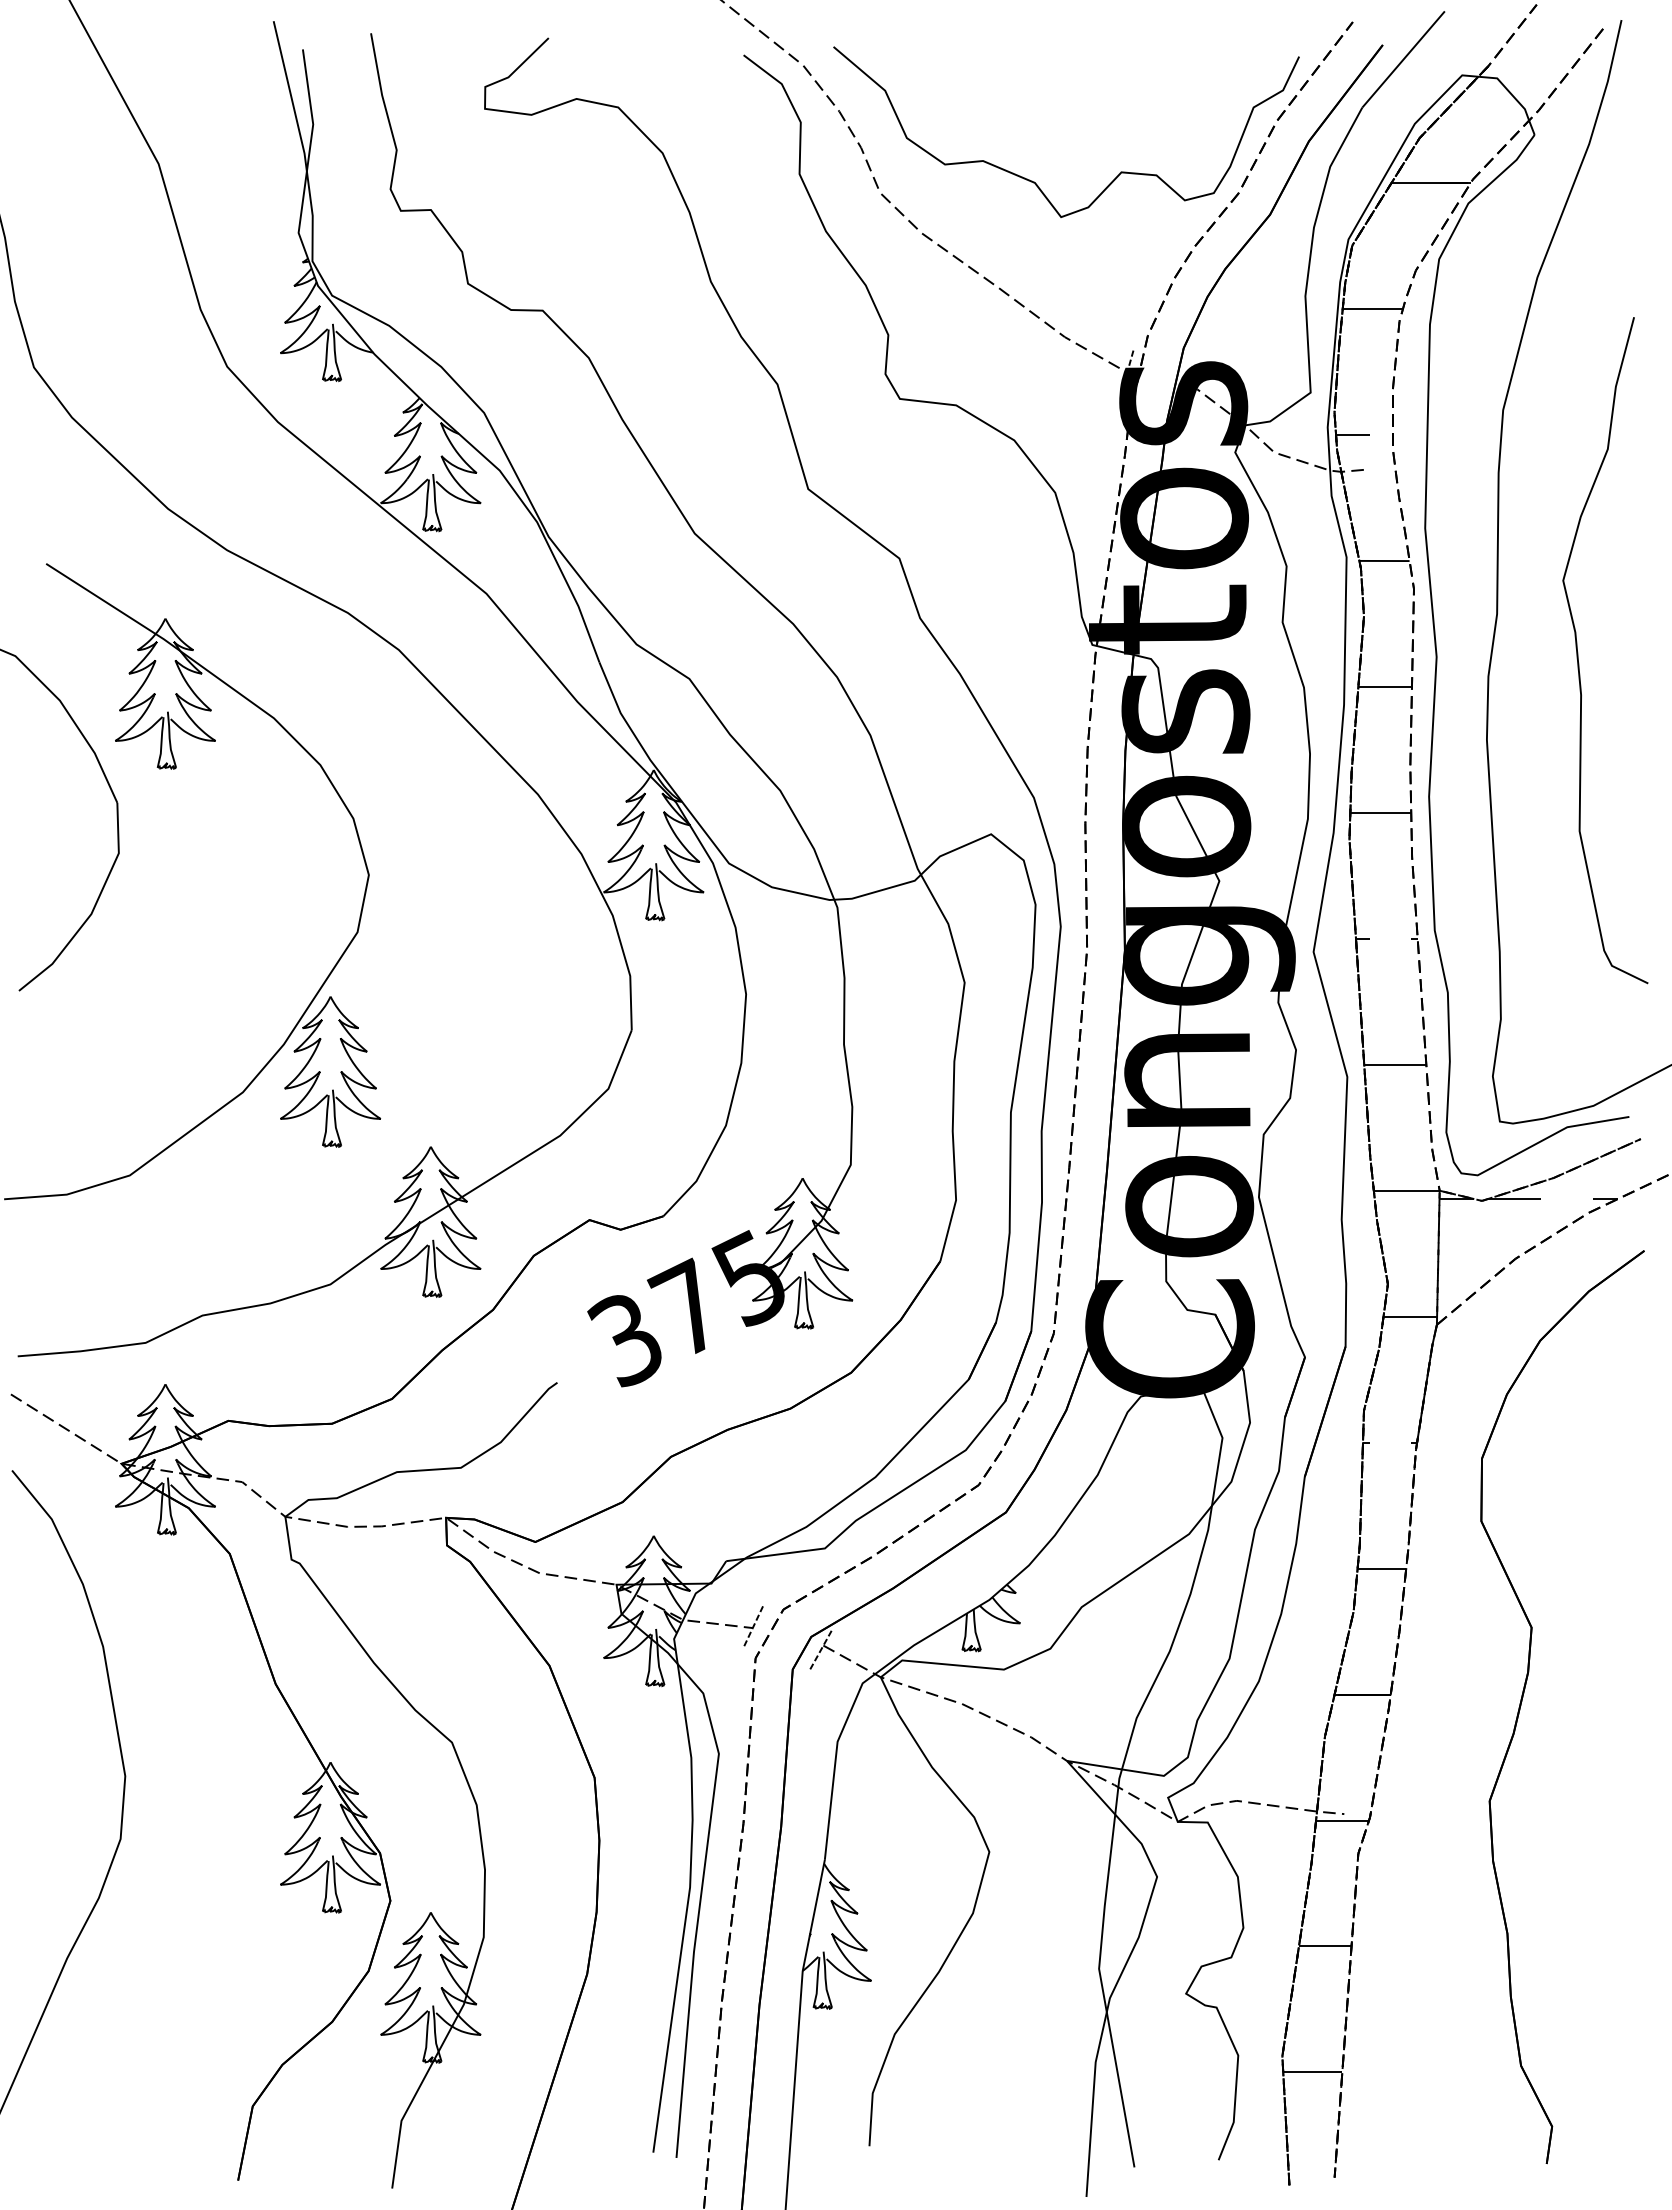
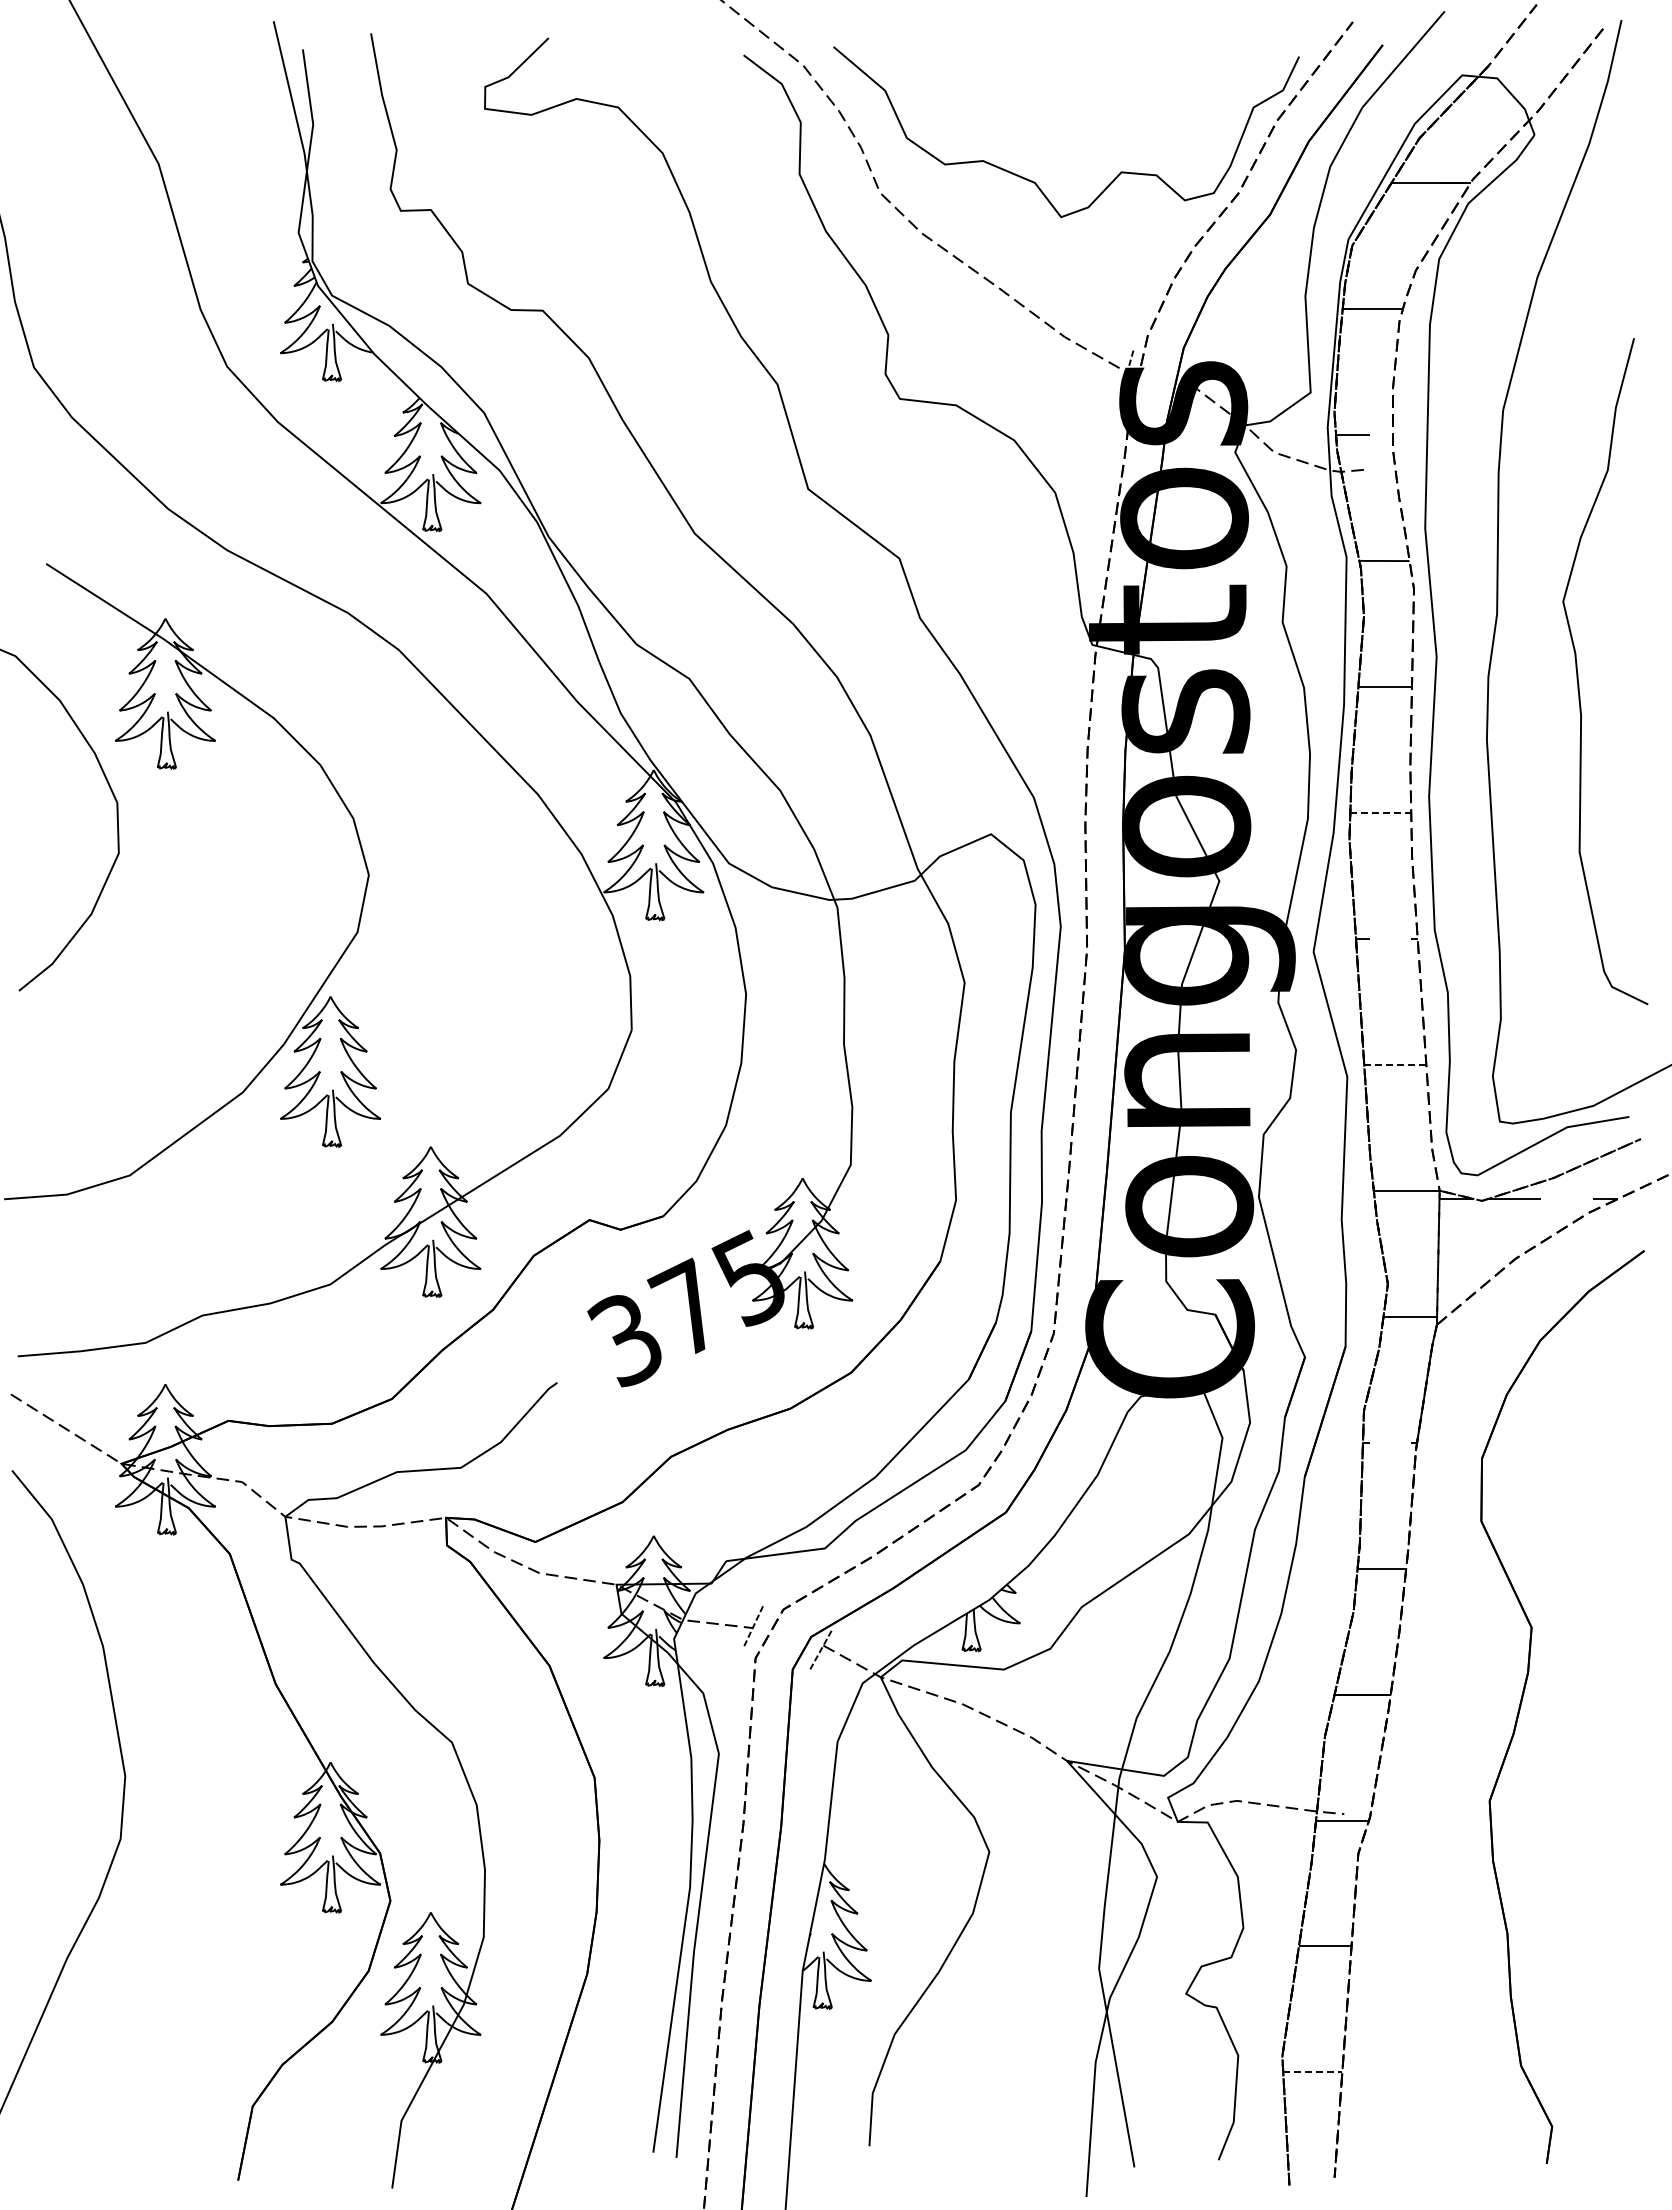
curve at (1578, 652) position: (1578, 652) -> (1578, 673)
line at (1381, 812): solid -> dashed
line at (1395, 1064): solid -> dashed
line at (1312, 2072): solid -> dashed
